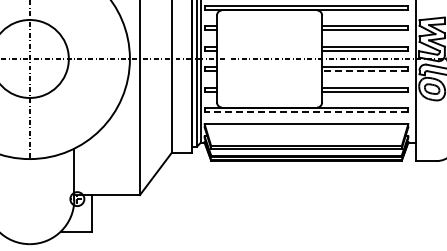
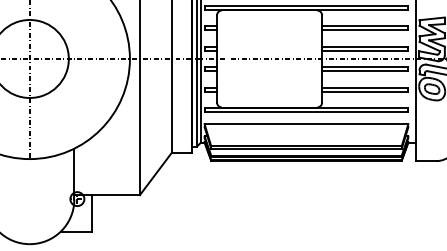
line at (364, 71): dashed -> solid
line at (306, 112): dashed -> solid
